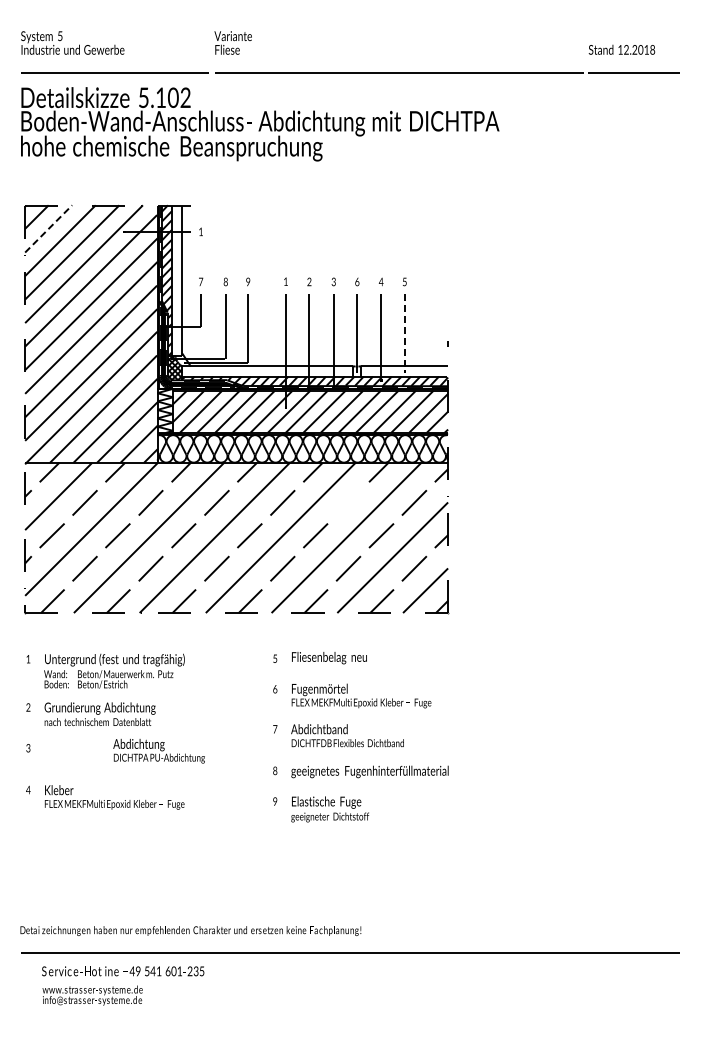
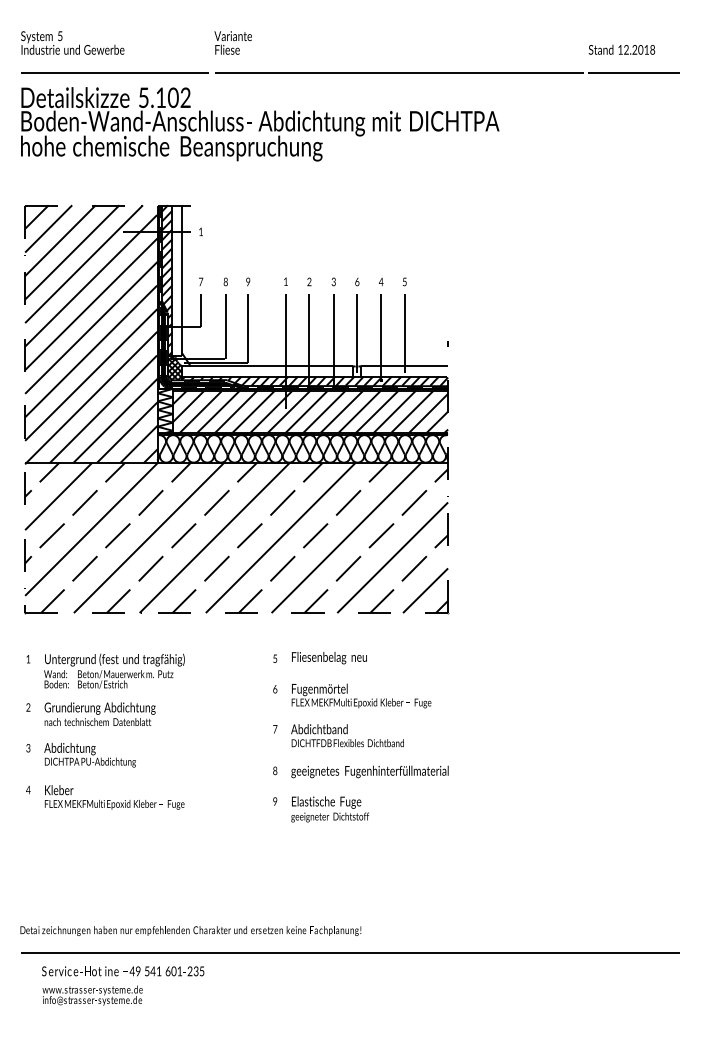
line at (49, 228): dashed -> solid
line at (404, 332): dashed -> solid
line at (348, 502): none -> present
text at (158, 750) position: (158, 750) -> (89, 754)
